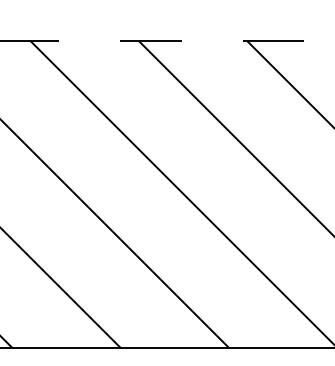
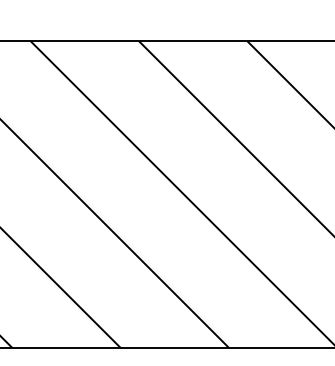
line at (168, 41): dashed -> solid
